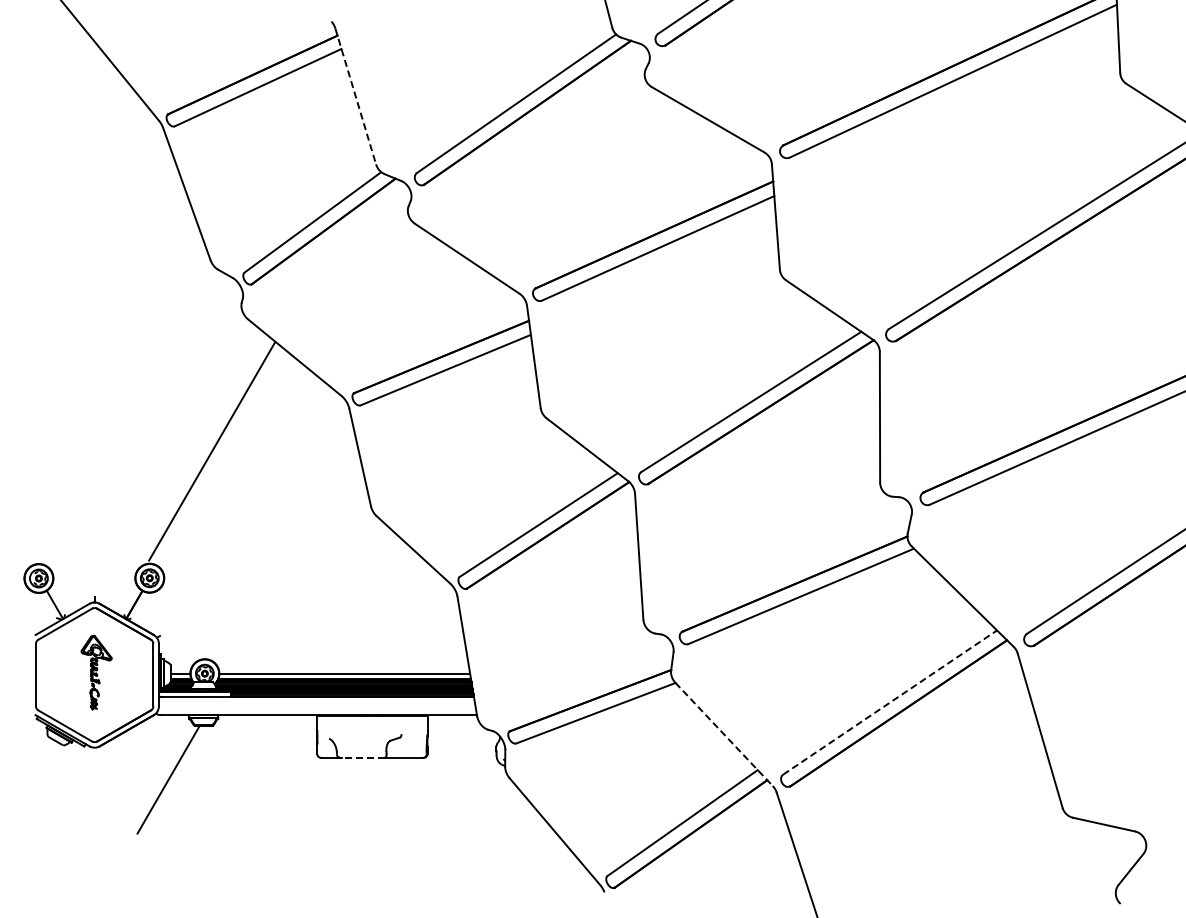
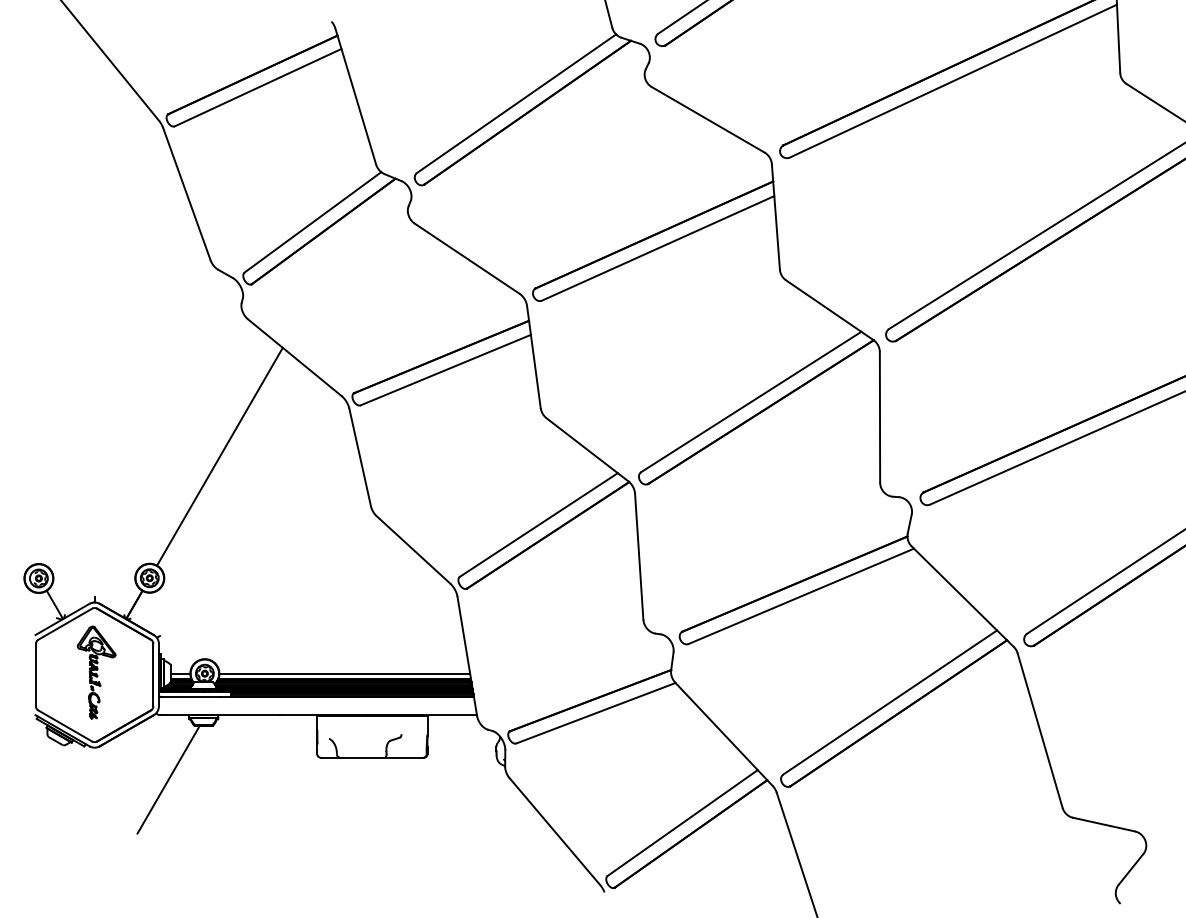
line at (355, 96): dashed -> solid
line at (211, 451) position: (211, 451) -> (219, 456)
part at (96, 672) size: 33x77 px -> 41x95 px
line at (890, 702): dashed -> solid
line at (724, 734): dashed -> solid
line at (362, 757): dashed -> solid
